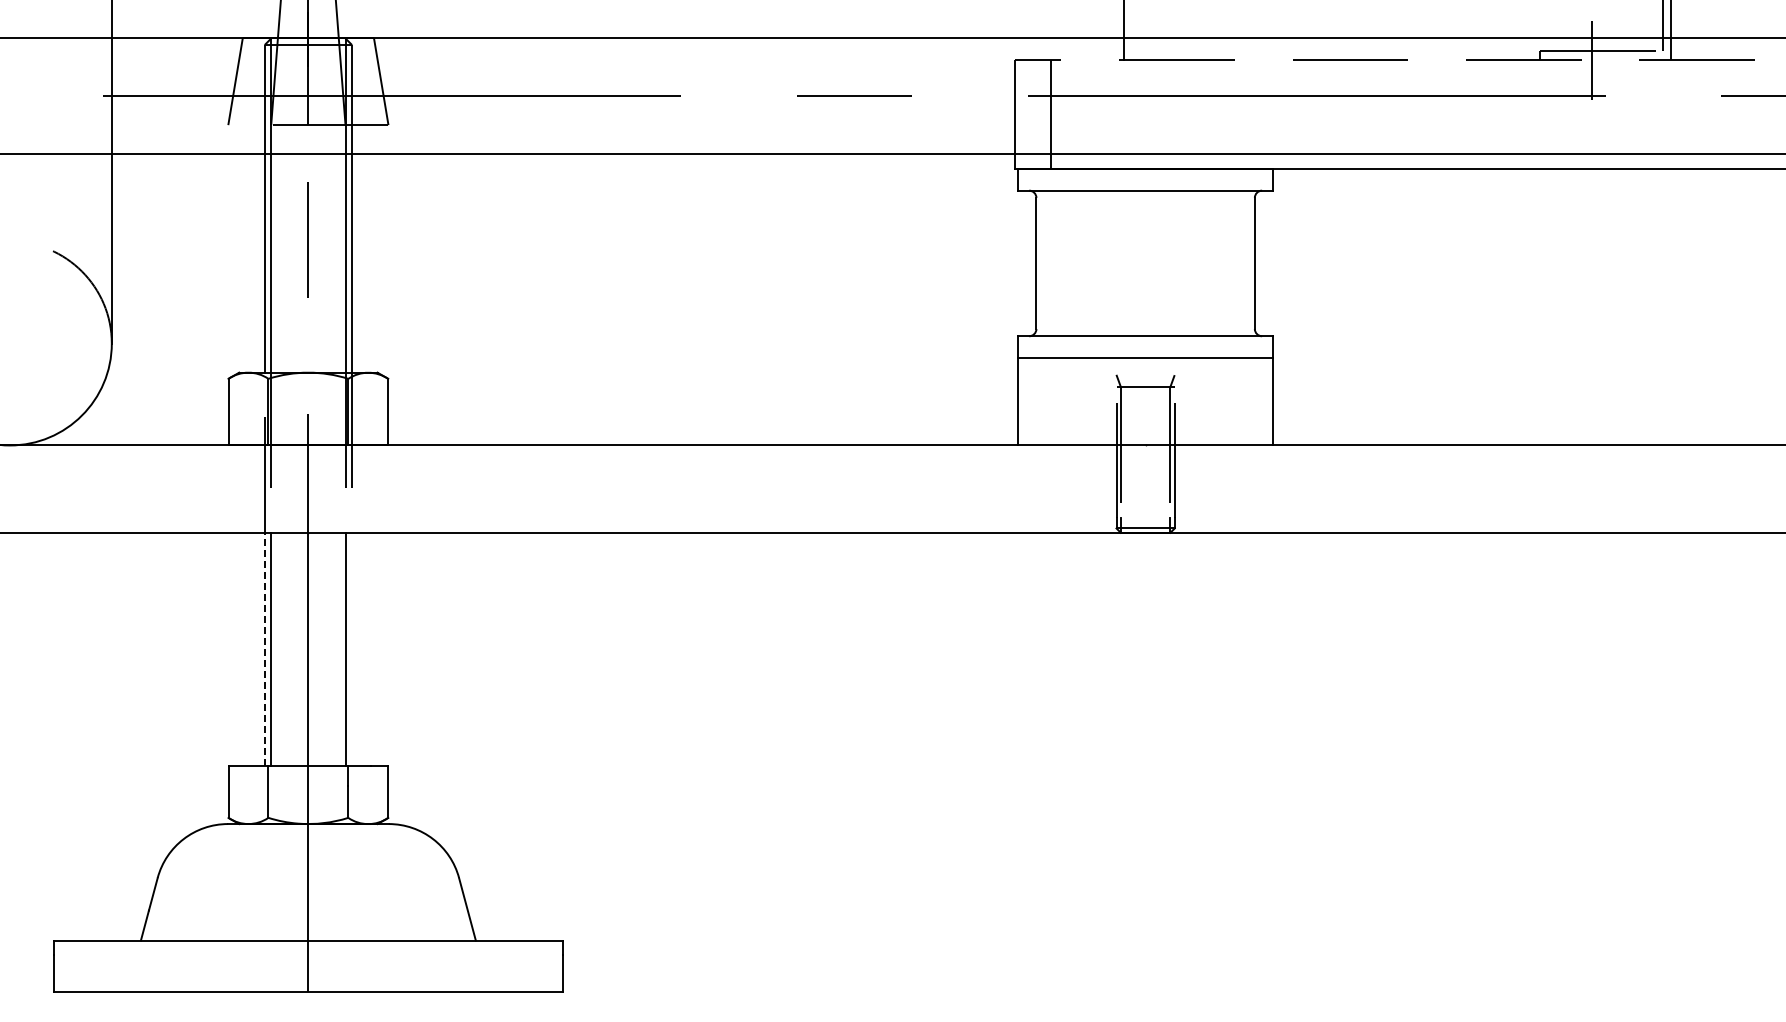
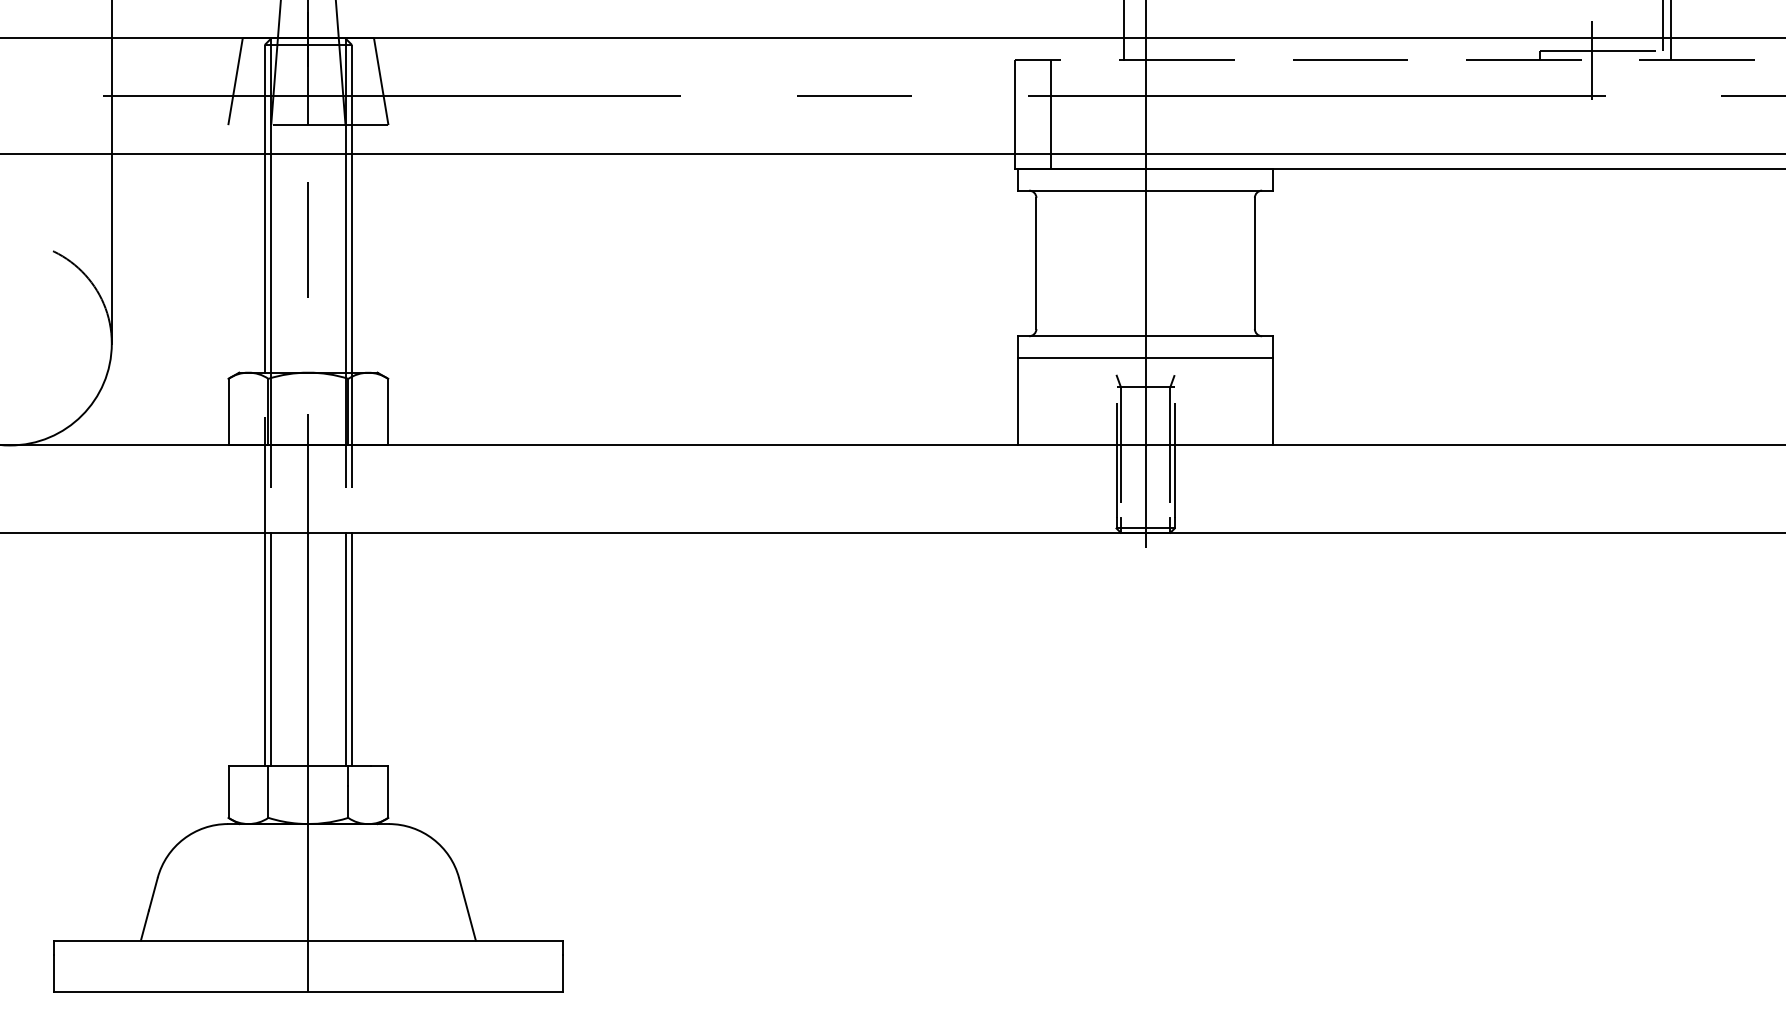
line at (1145, 274): none -> present
line at (264, 648): dashed -> solid
line at (352, 648): none -> present
